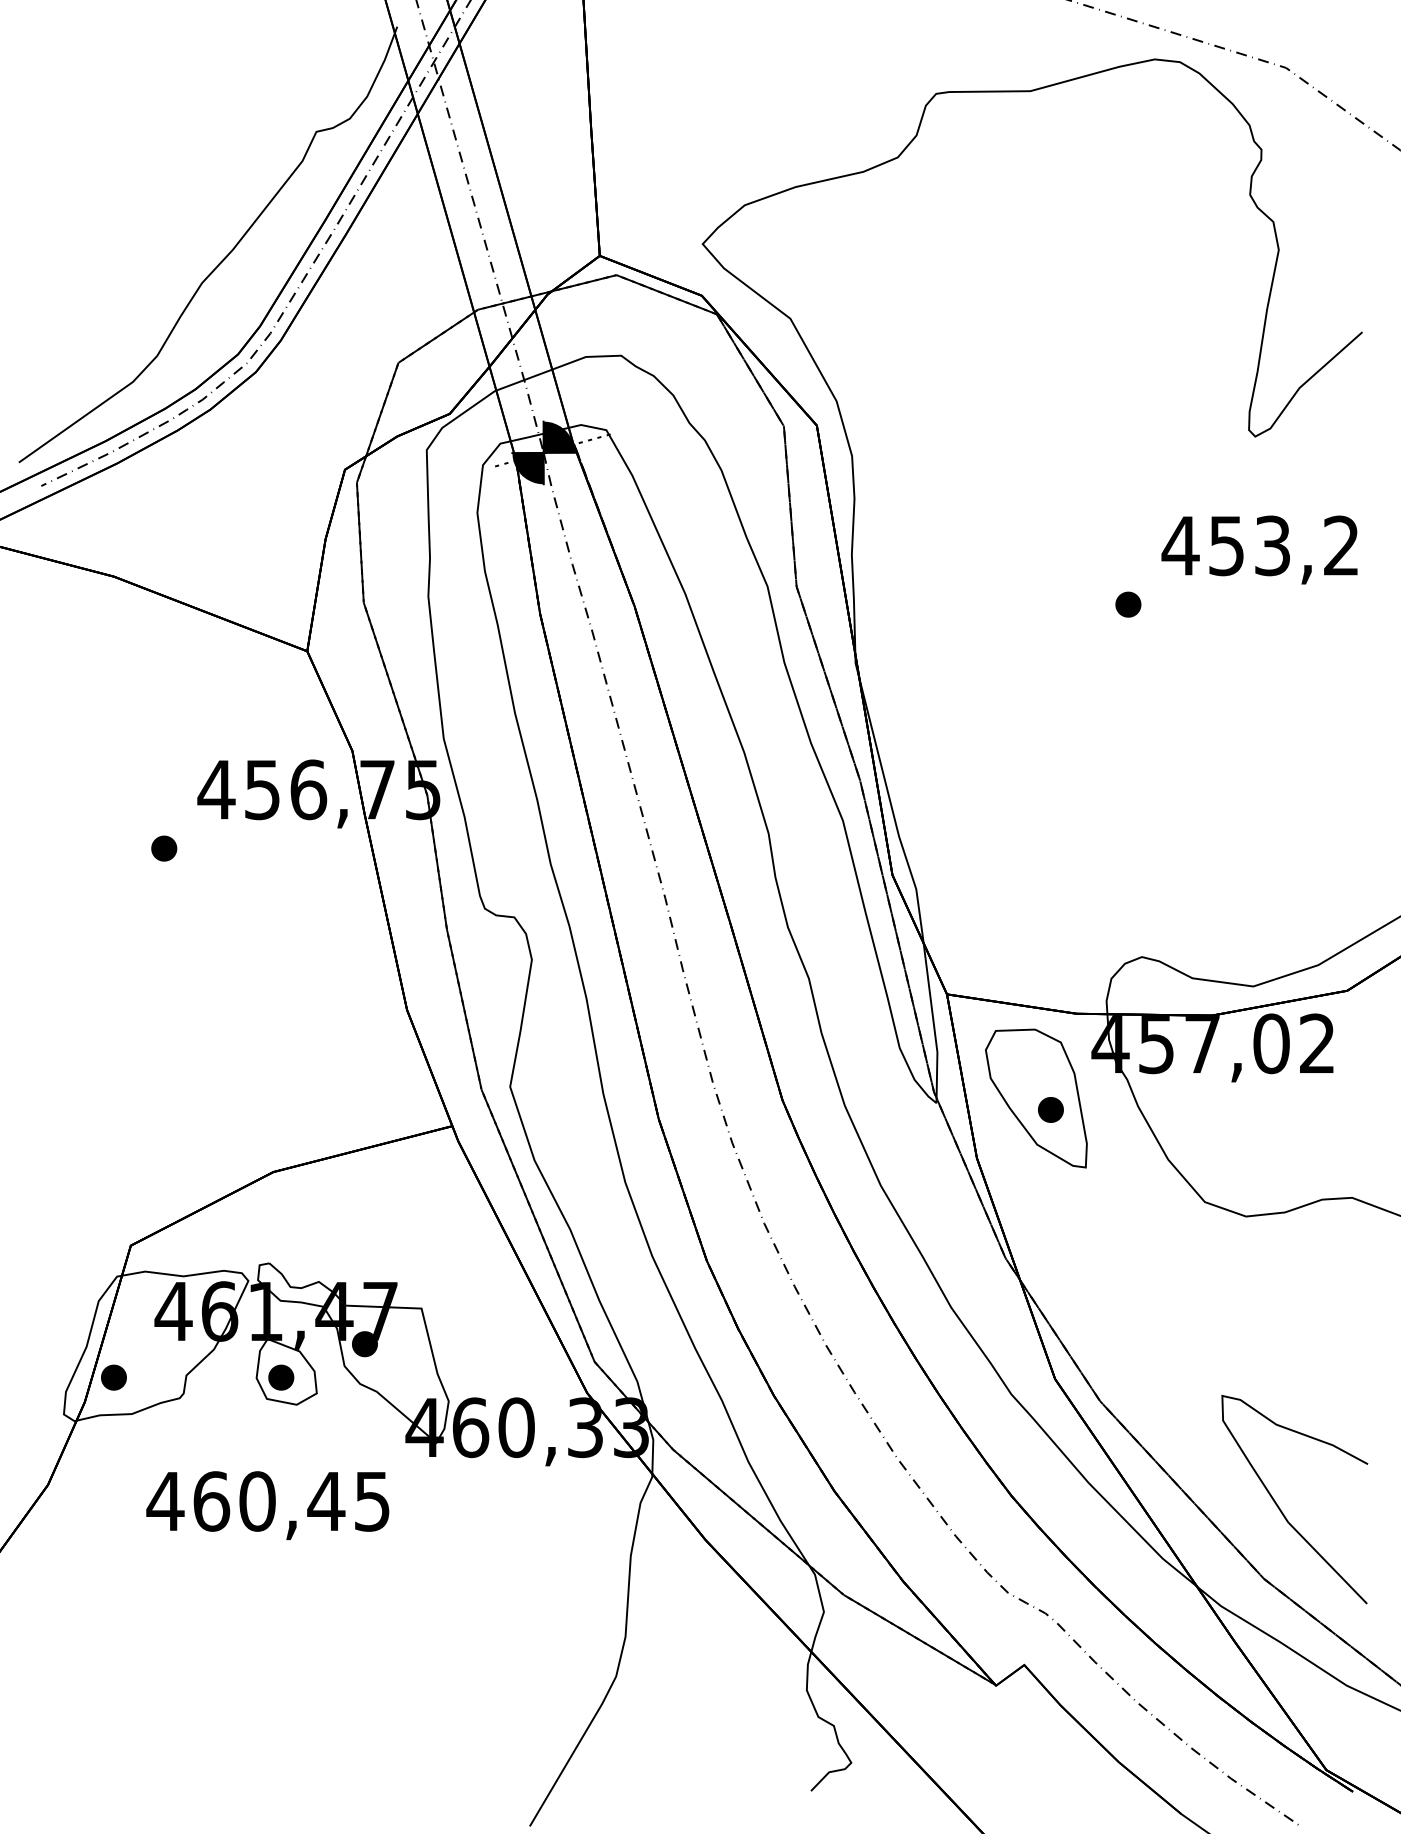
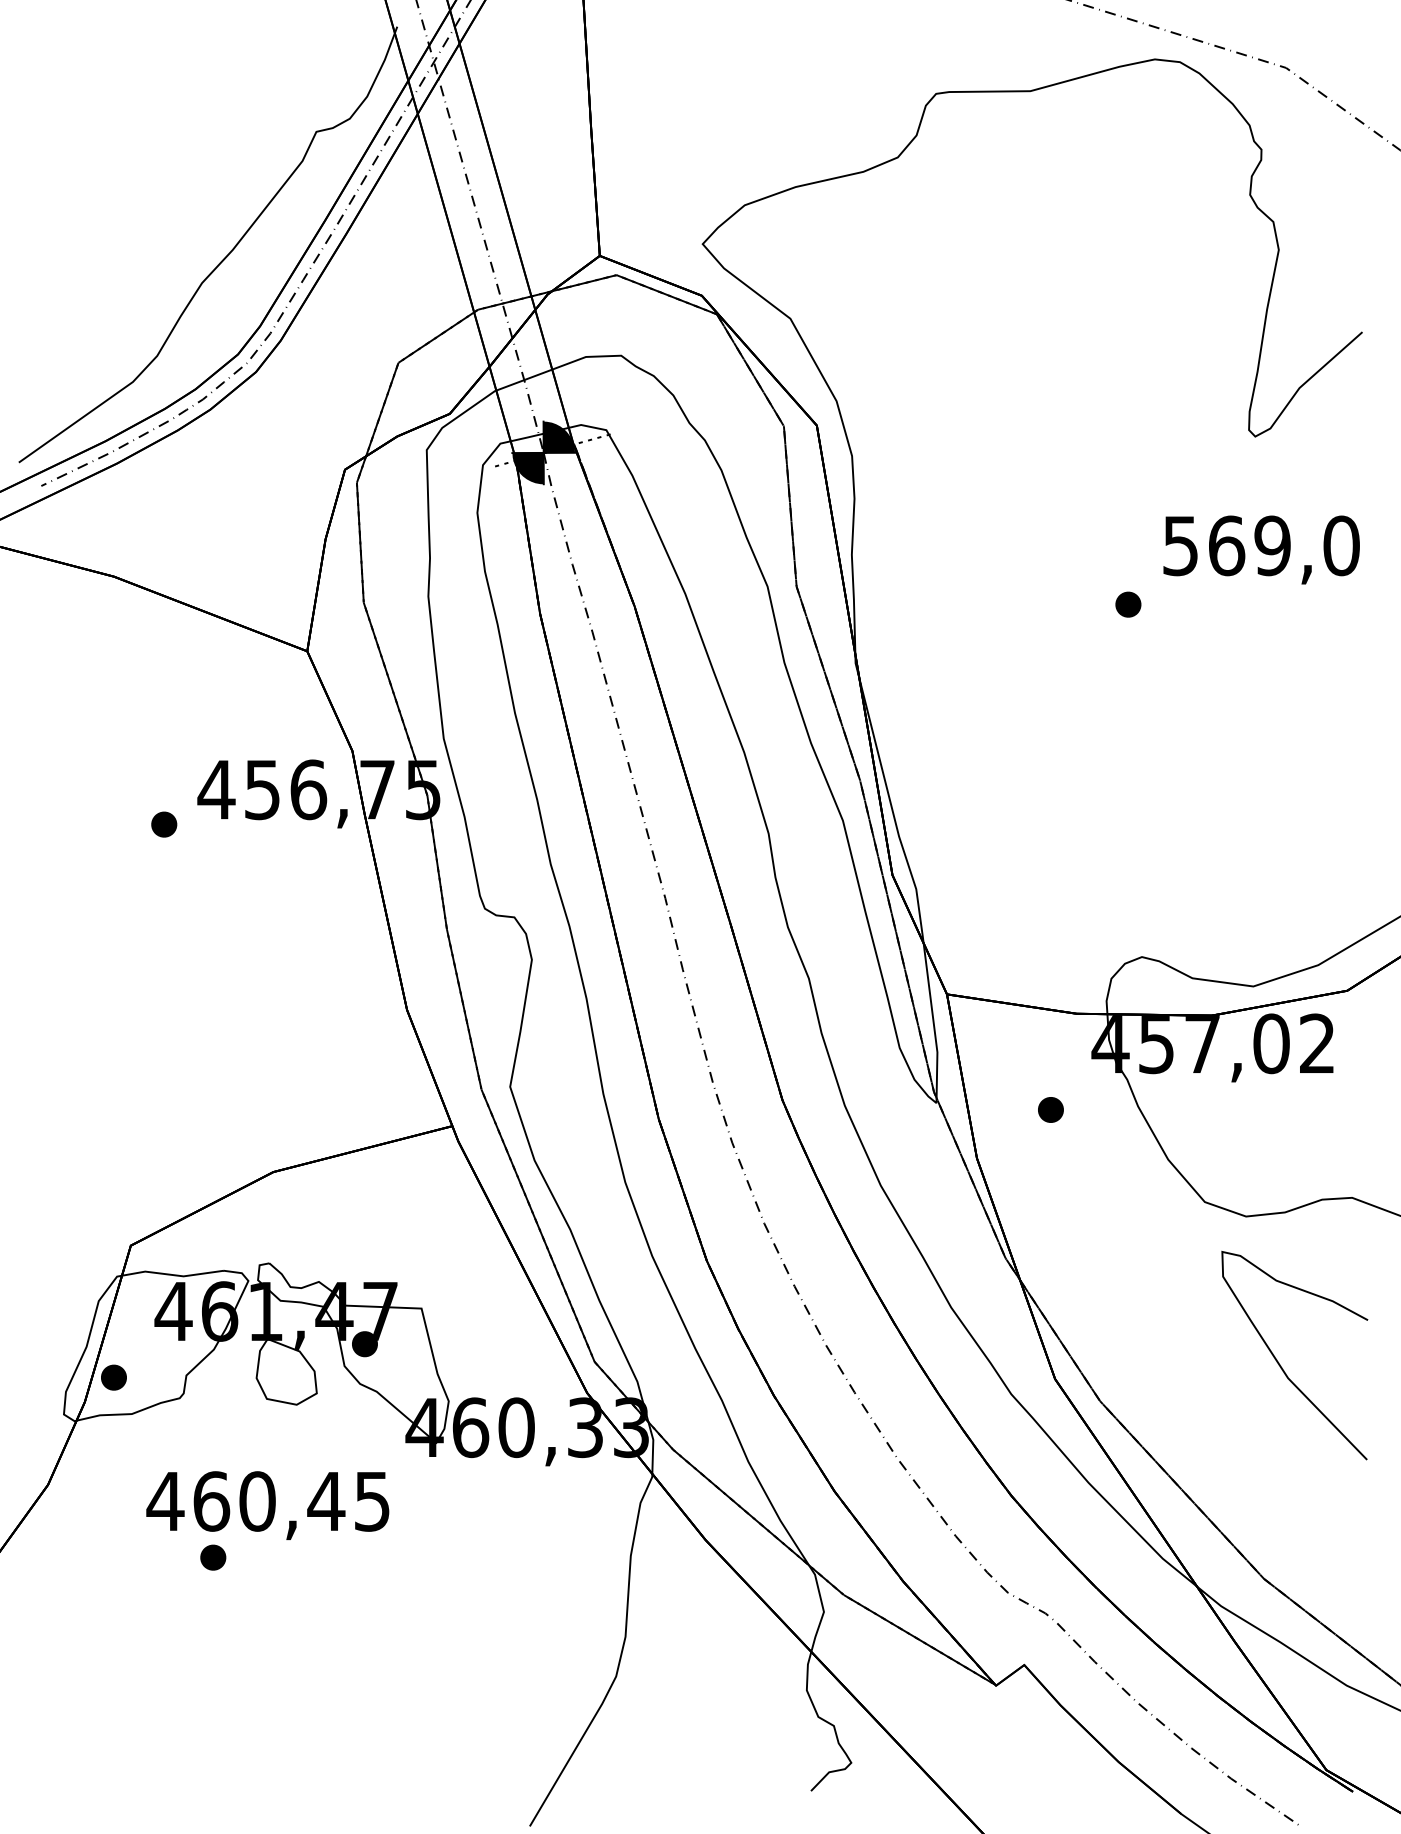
text at (1260, 545): 453,2 -> 569,0
part at (164, 848) position: (164, 848) -> (164, 824)
part at (1036, 1098): present -> none
part at (281, 1377) position: (281, 1377) -> (213, 1557)
curve at (1280, 1508) position: (1280, 1508) -> (1280, 1364)
